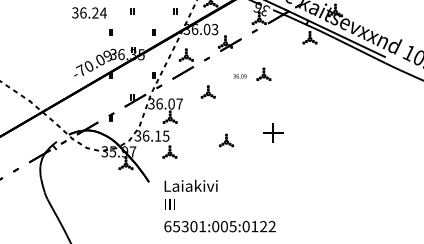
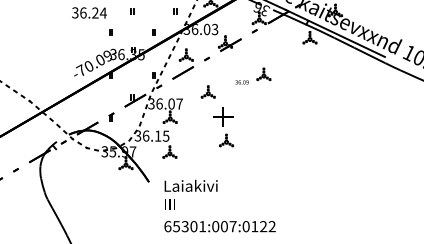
text at (239, 76) position: (239, 76) -> (241, 82)
part at (273, 132) position: (273, 132) -> (223, 116)
text at (232, 226): 65301:005:0122 -> 65301:007:0122
